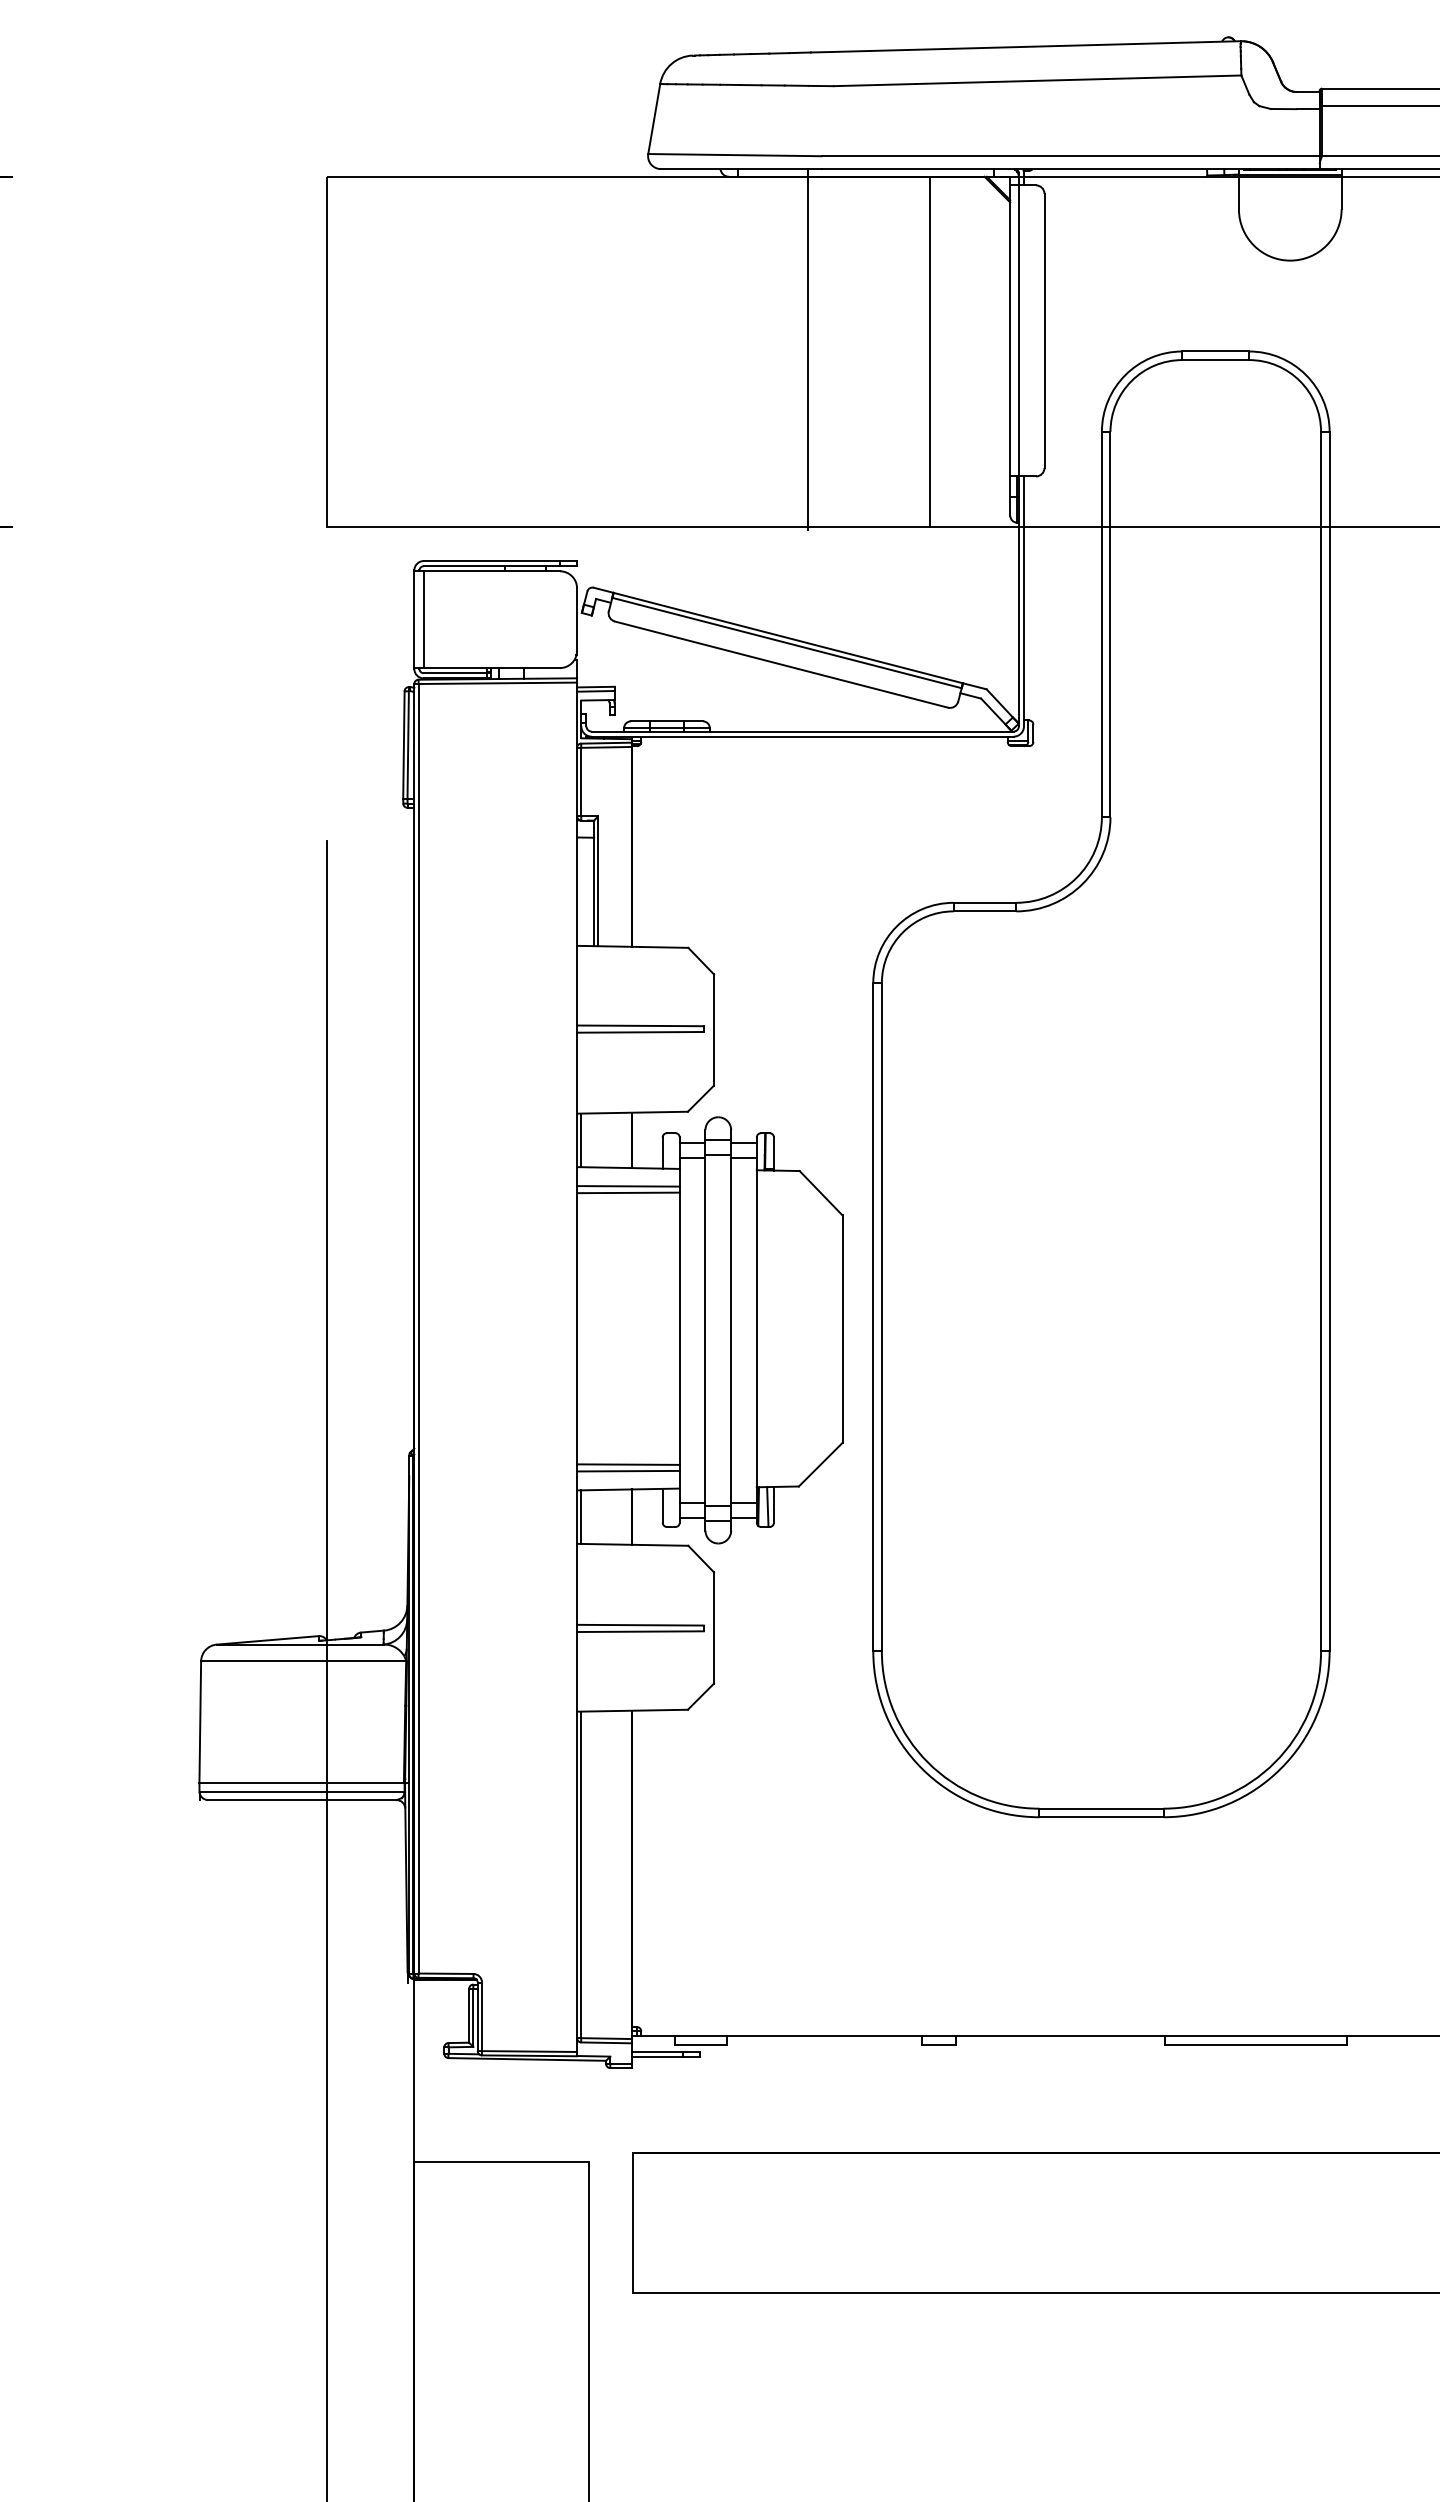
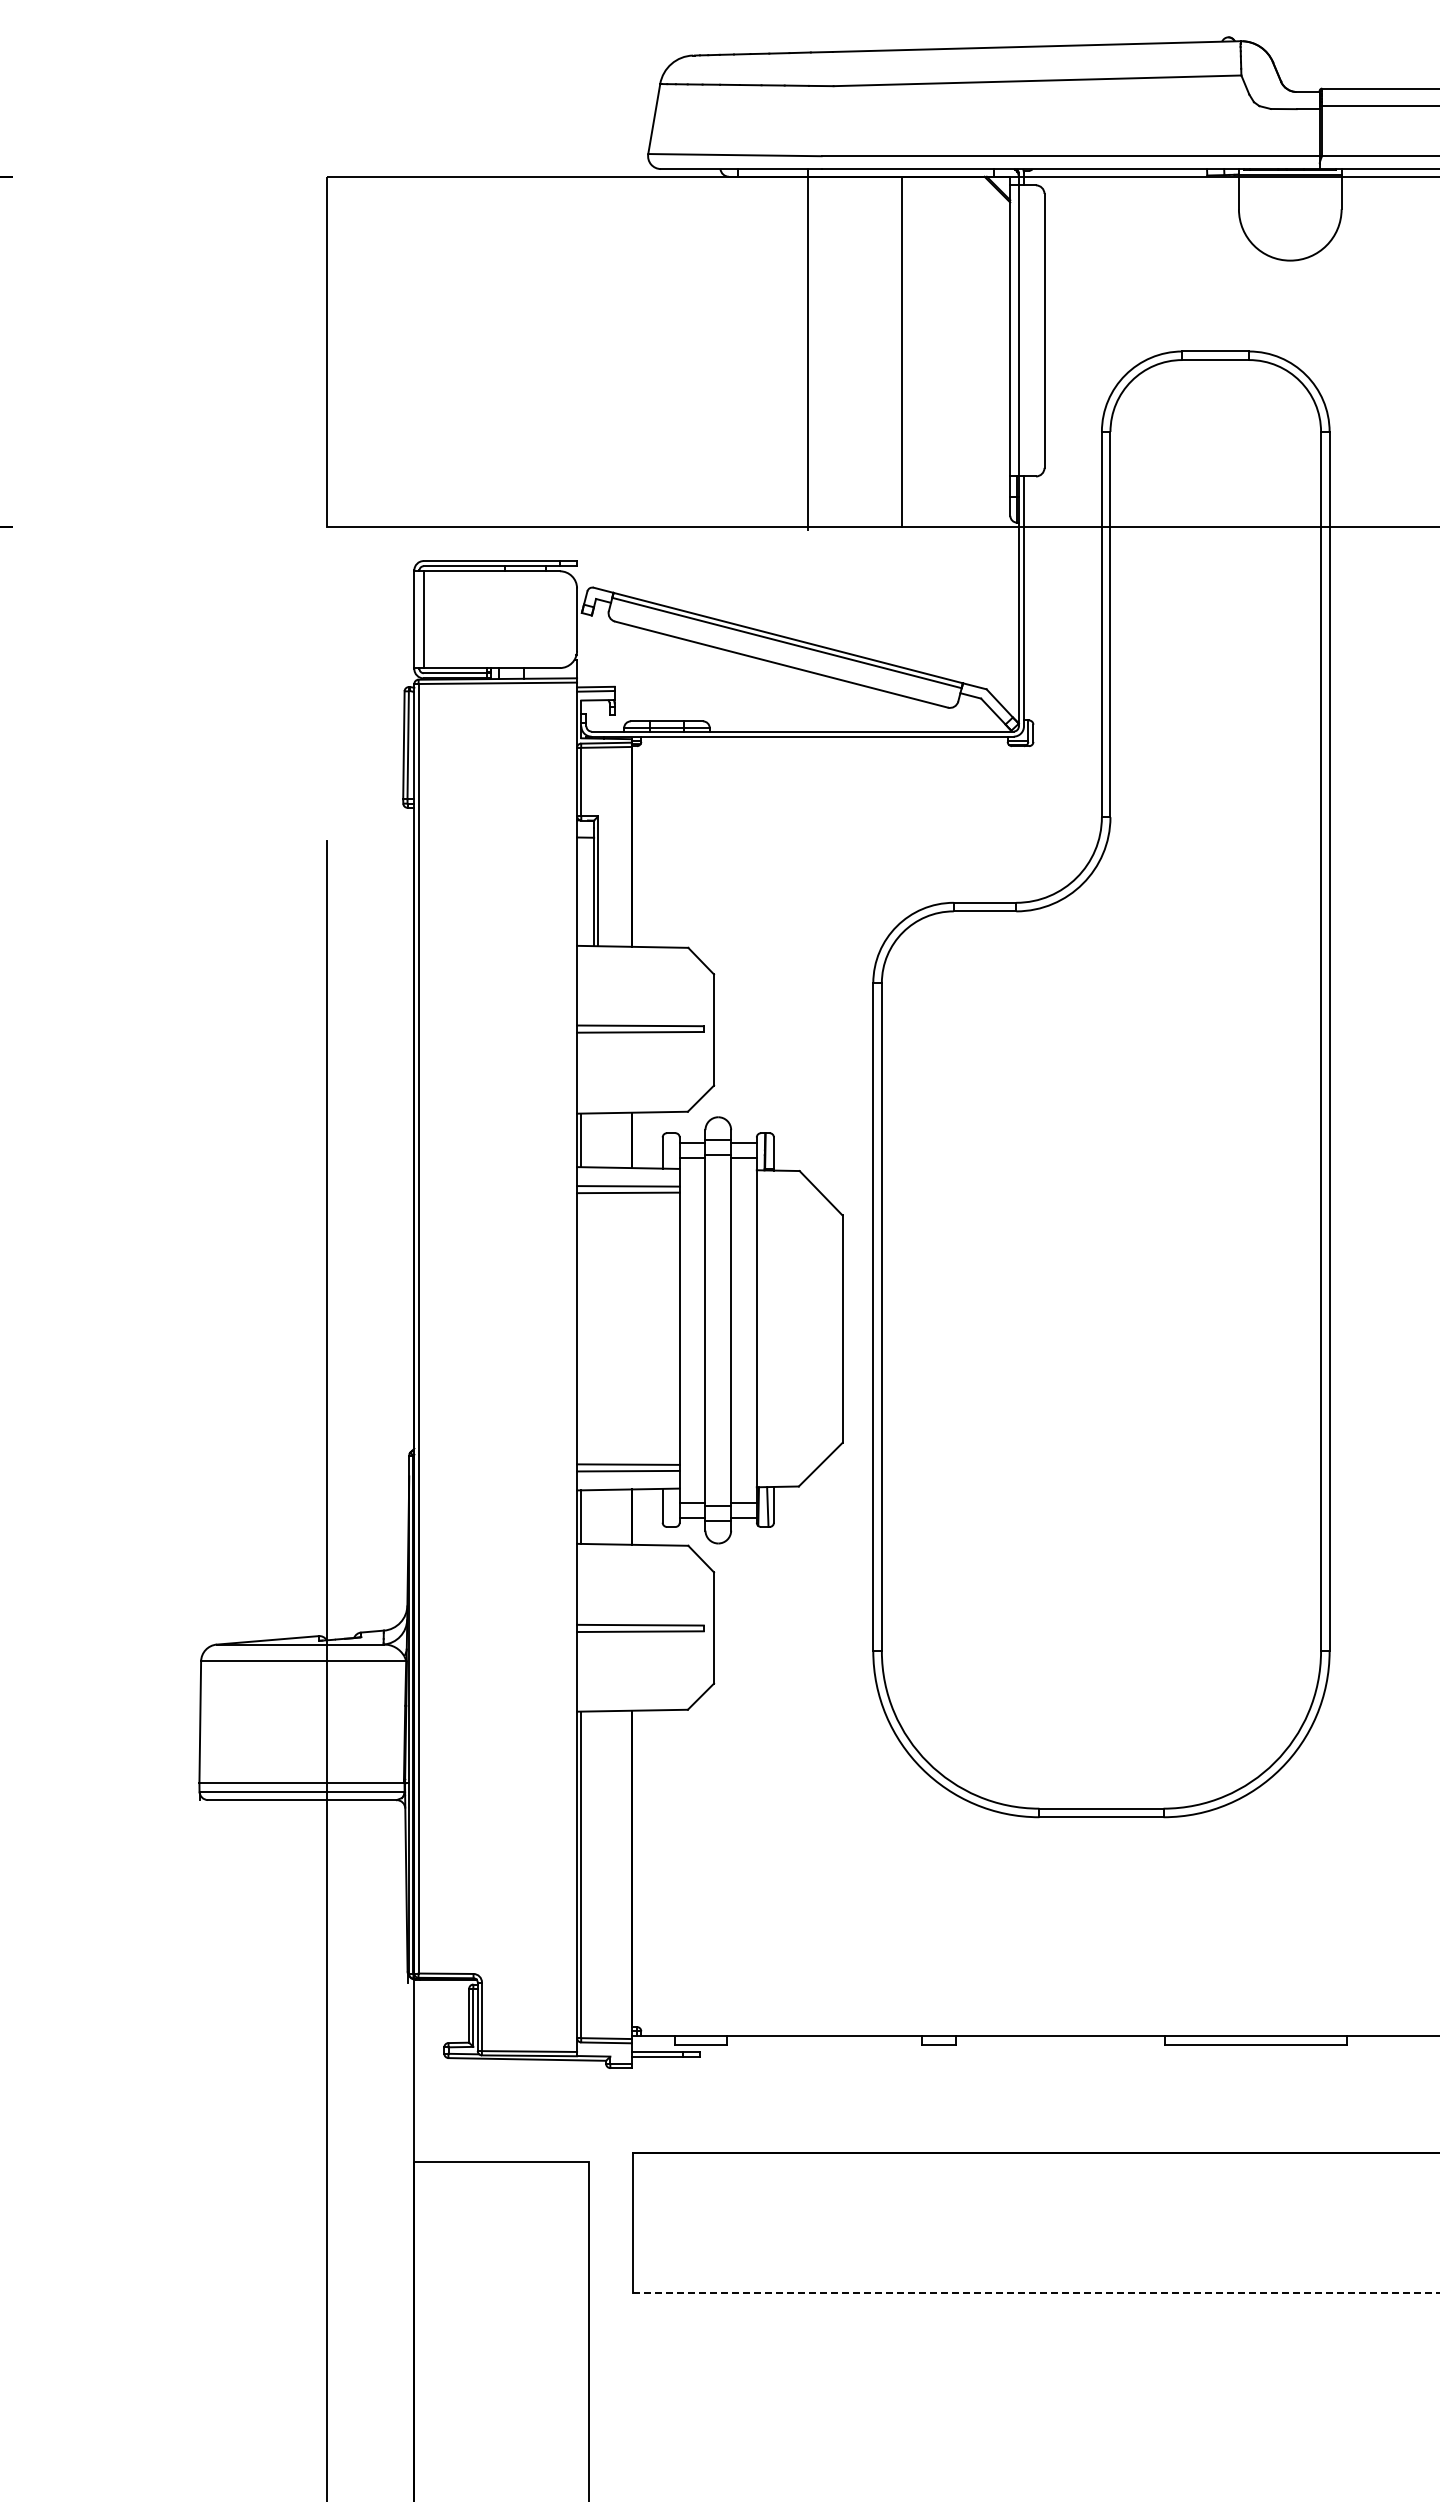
line at (930, 351) position: (930, 351) -> (902, 351)
line at (1036, 2293): solid -> dashed
